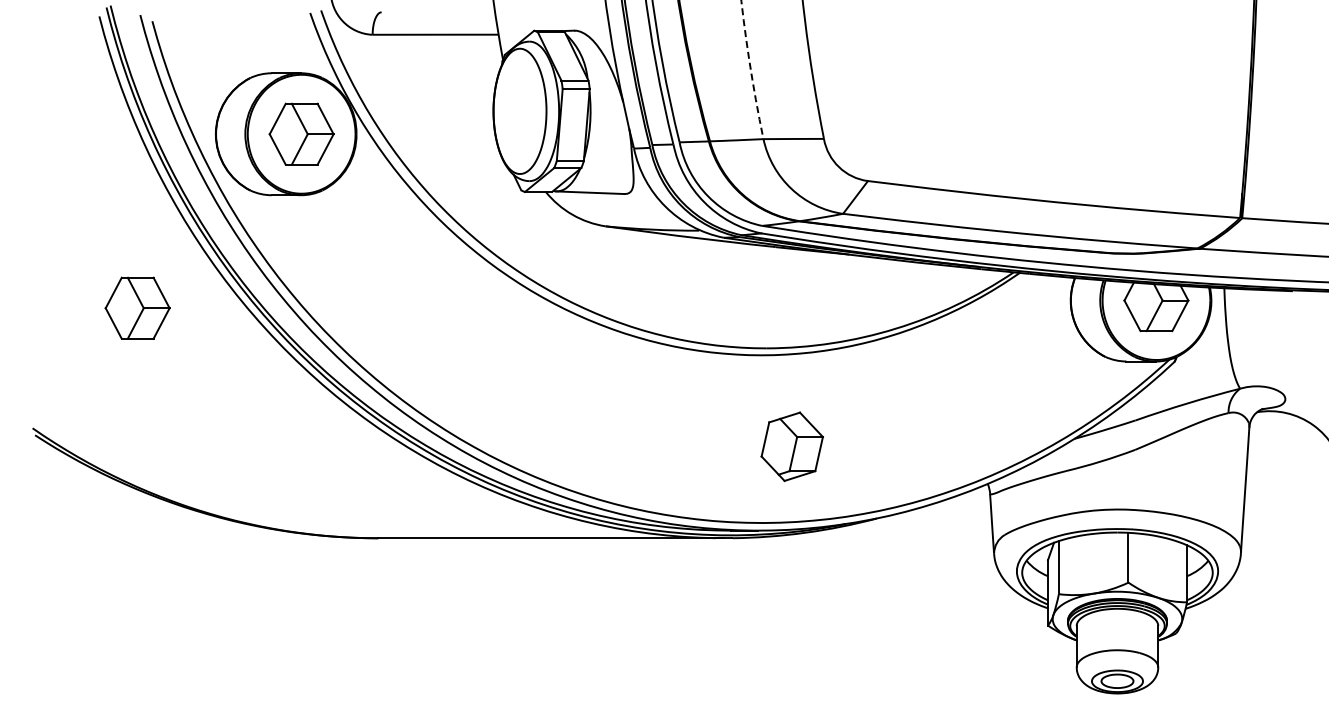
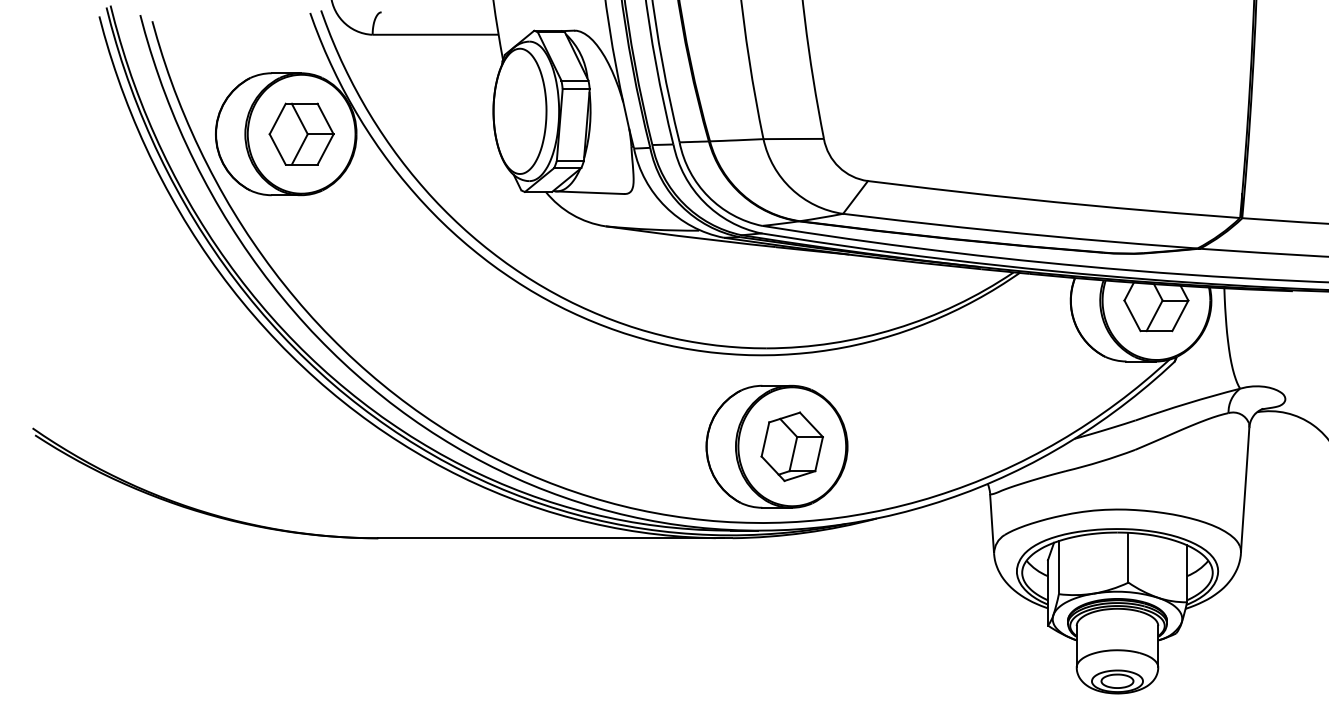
arc at (750, 69): dashed -> solid
part at (137, 307): present -> none
part at (776, 446): none -> present
